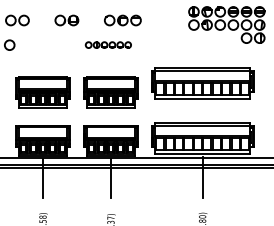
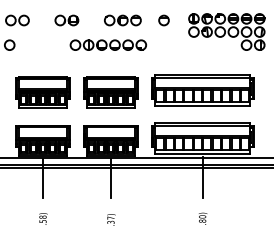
part at (163, 20): none -> present
part at (226, 24) position: (226, 24) -> (226, 31)
part at (107, 44) size: 48x8 px -> 79x12 px
part at (202, 83) position: (202, 83) -> (202, 90)
